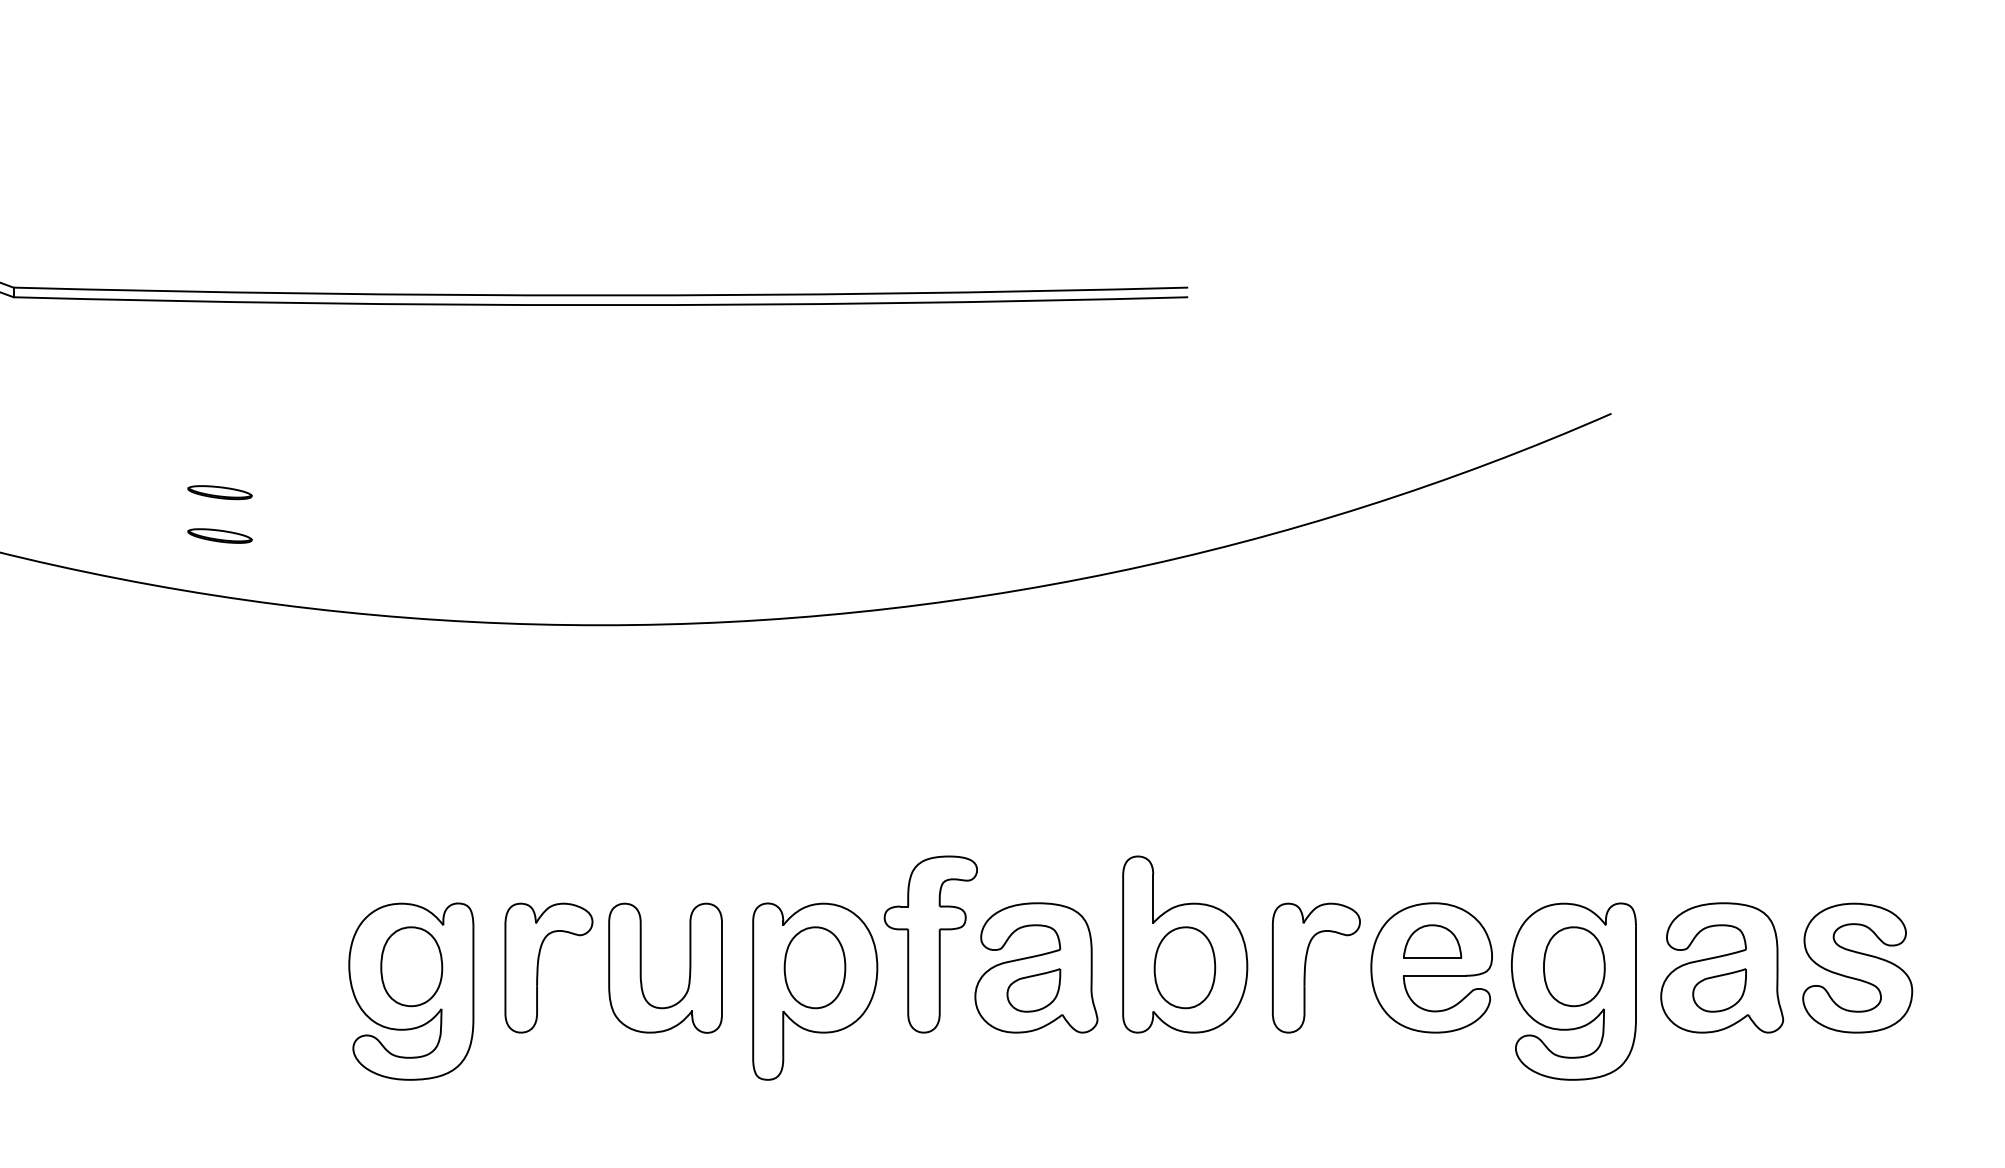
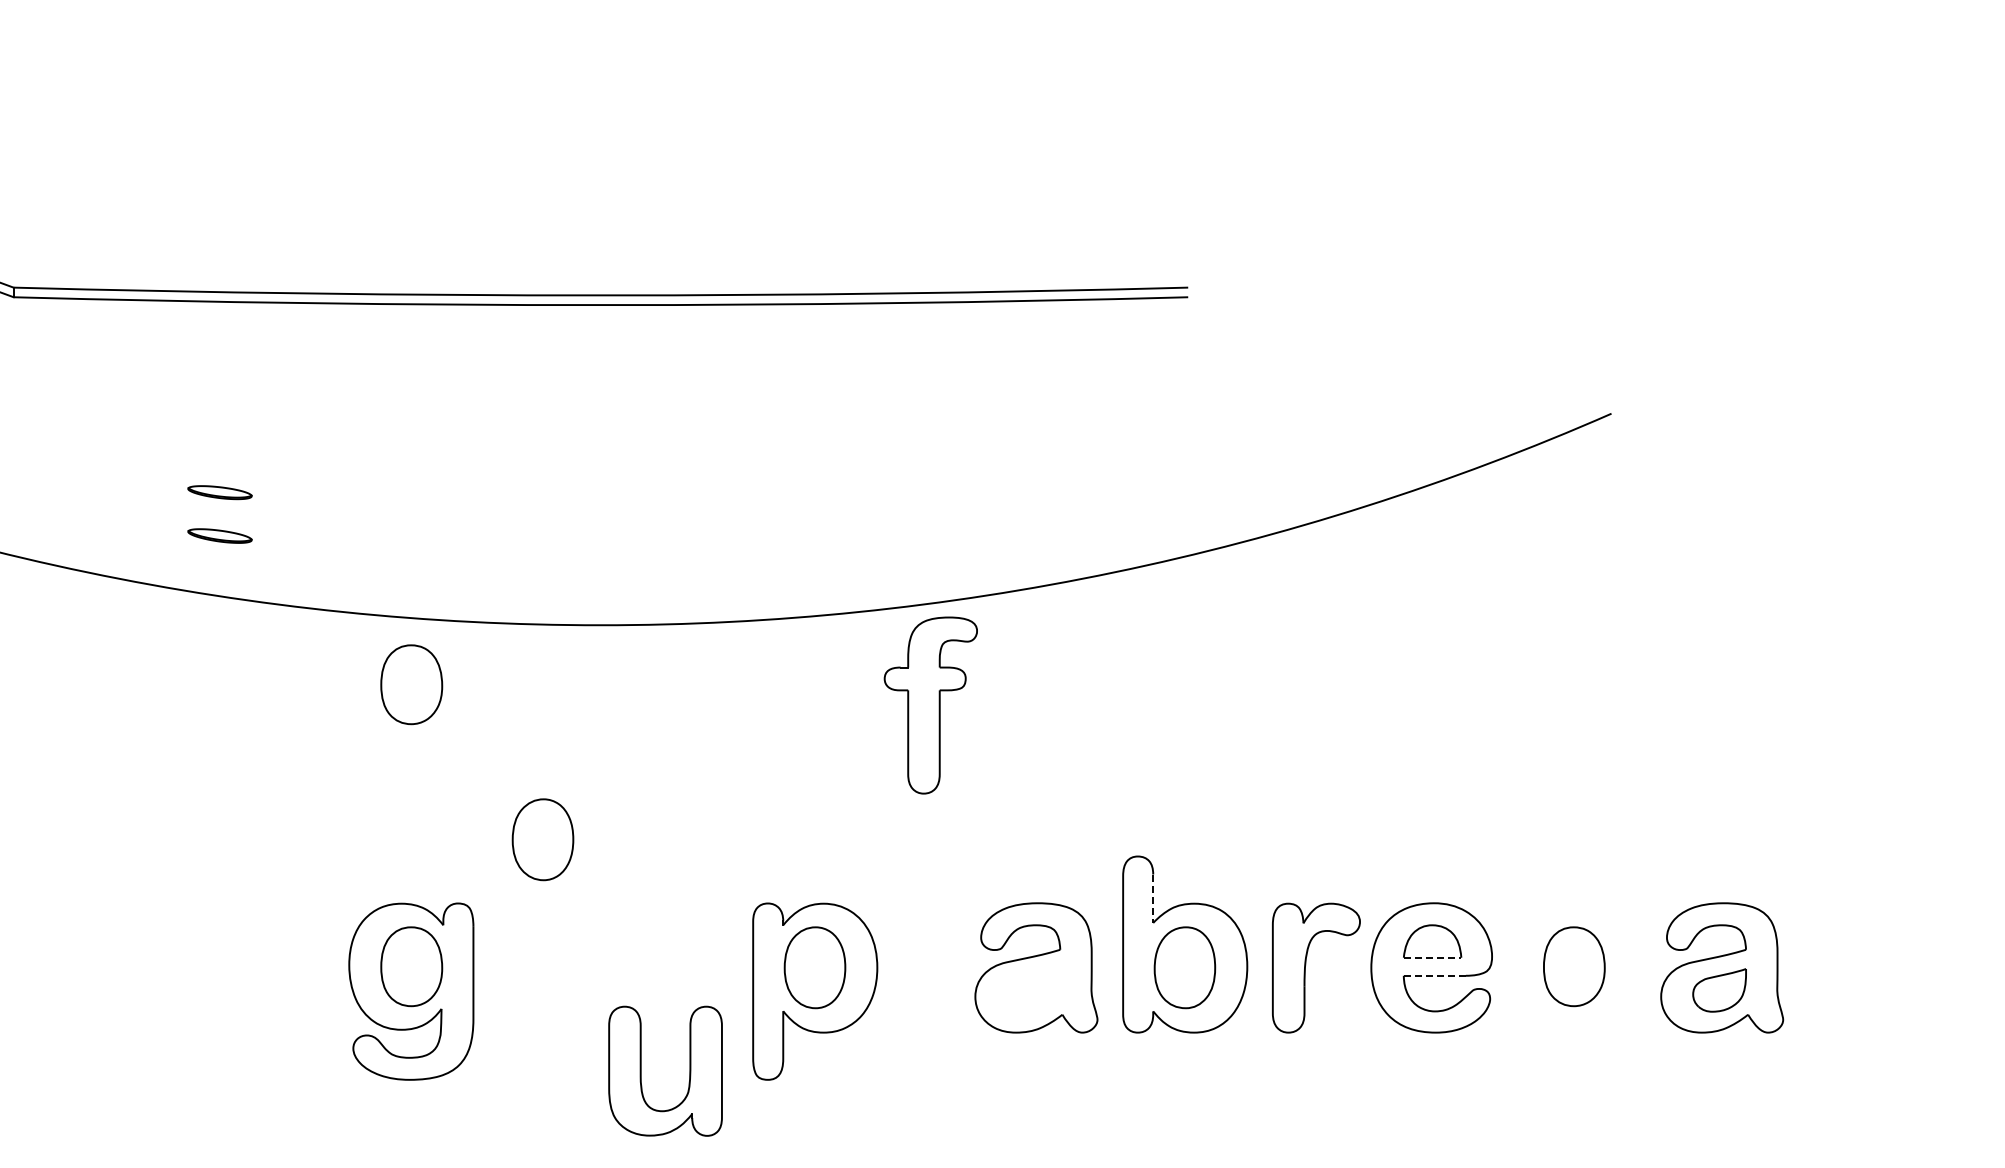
part at (411, 684): none -> present
part at (542, 839): none -> present
line at (1153, 899): solid -> dashed
part at (930, 944) position: (930, 944) -> (930, 705)
line at (1432, 957): solid -> dashed
part at (538, 967): present -> none
part at (641, 967) position: (641, 967) -> (641, 1070)
part at (1857, 967): present -> none
line at (1434, 975): solid -> dashed
part at (1033, 990): present -> none
part at (1573, 991): present -> none
